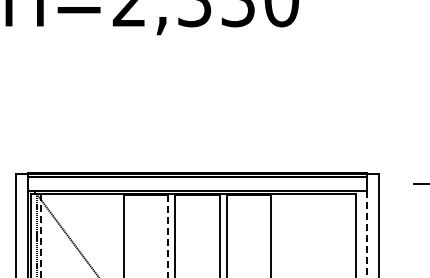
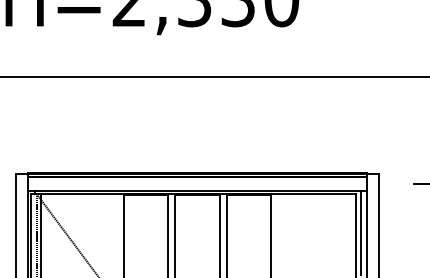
line at (214, 77): none -> present
line at (360, 232): none -> present
line at (367, 234): dashed -> solid
line at (41, 236): dashed -> solid
line at (167, 236): dashed -> solid
